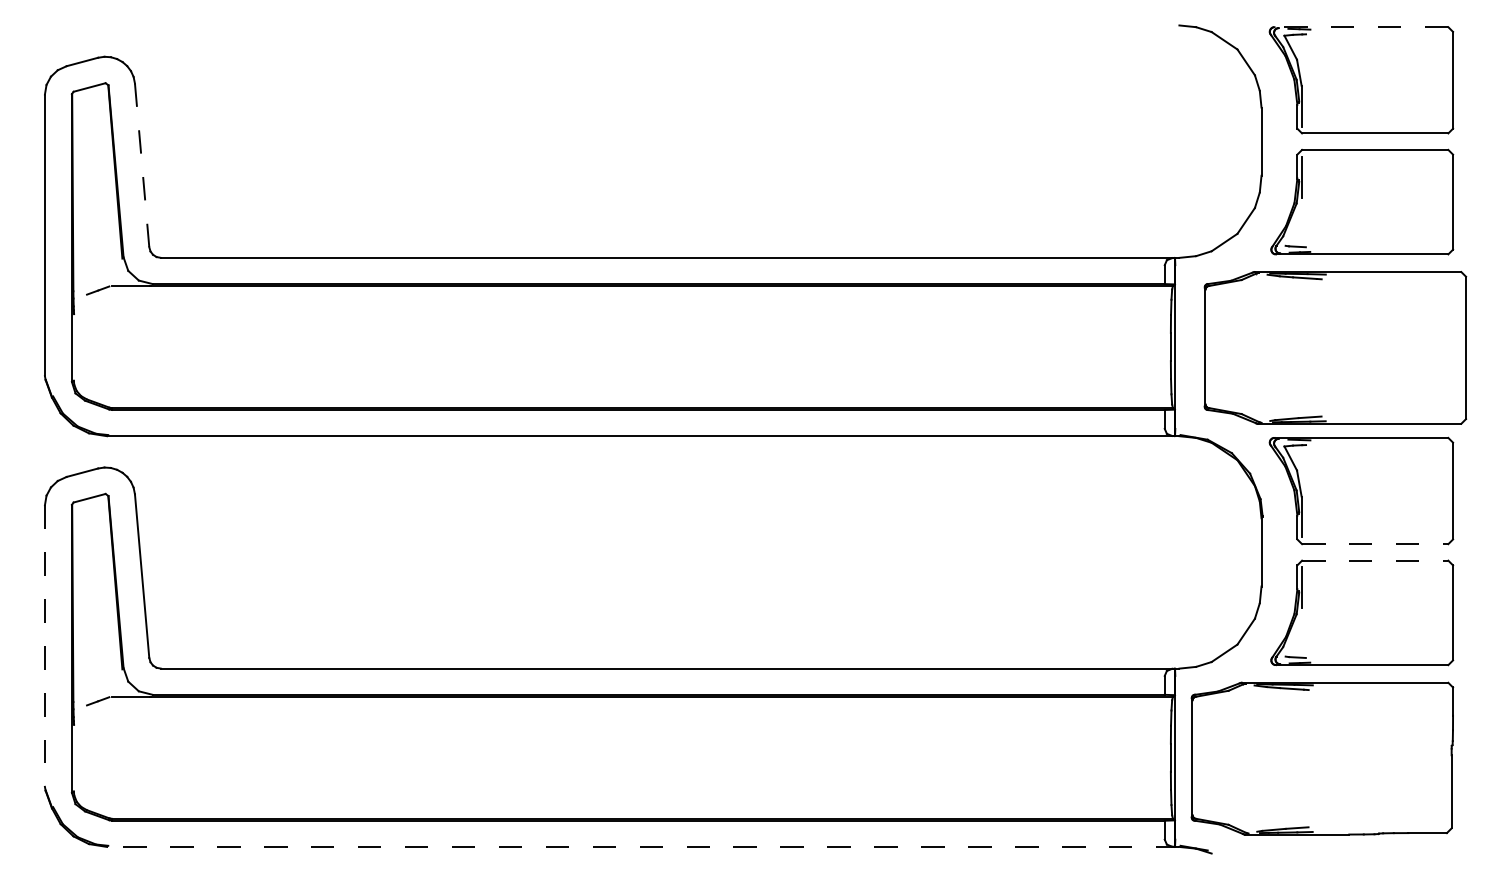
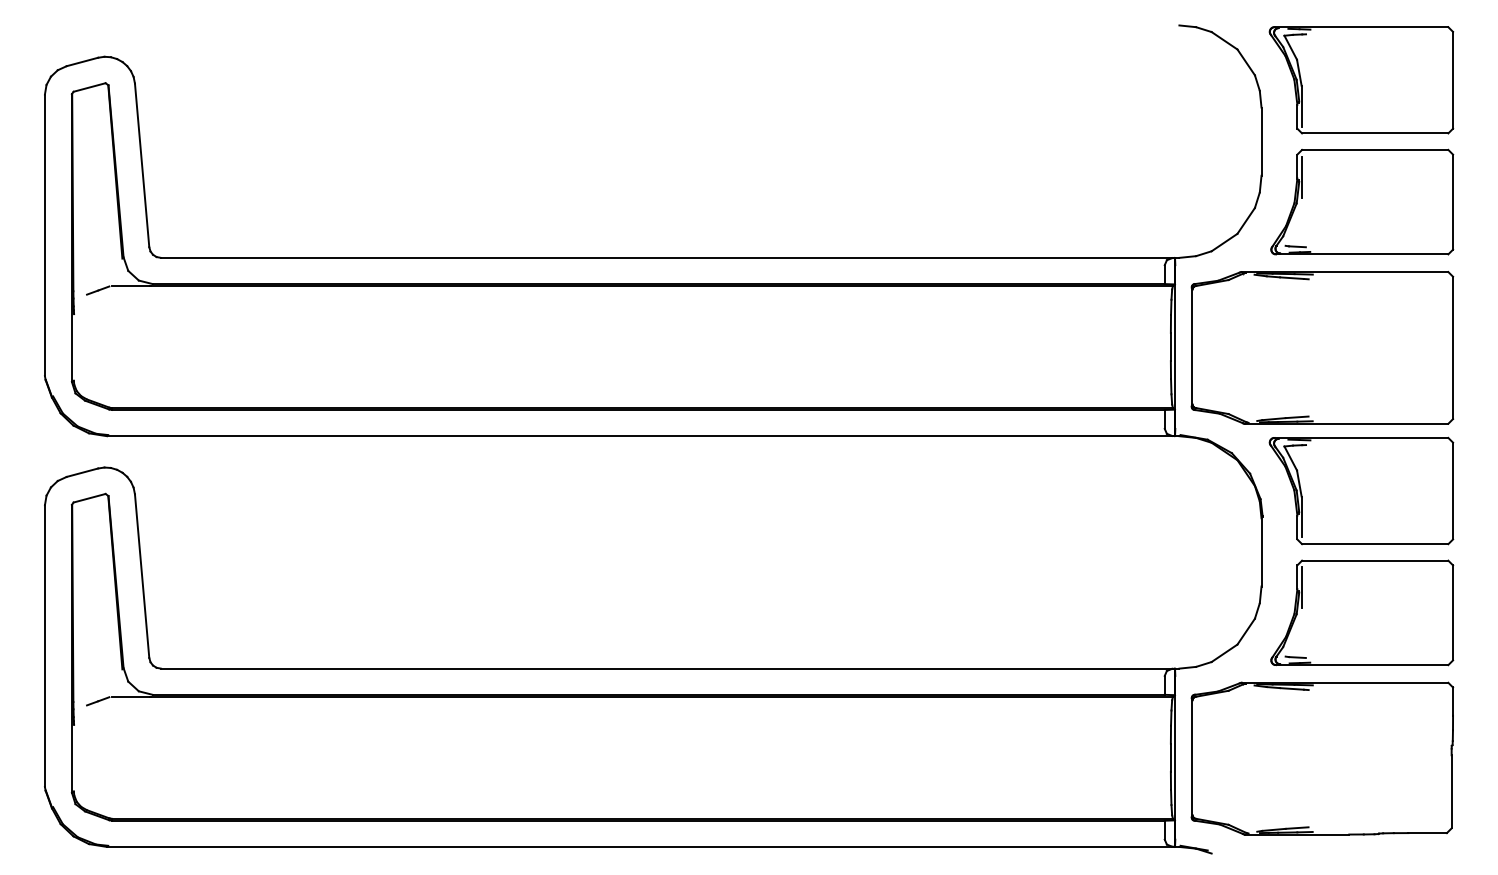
line at (1361, 27): dashed -> solid
line at (142, 164): dashed -> solid
part at (1335, 347) position: (1335, 347) -> (1322, 347)
line at (1375, 544): dashed -> solid
line at (1375, 560): dashed -> solid
line at (44, 646): dashed -> solid
line at (642, 846): dashed -> solid
